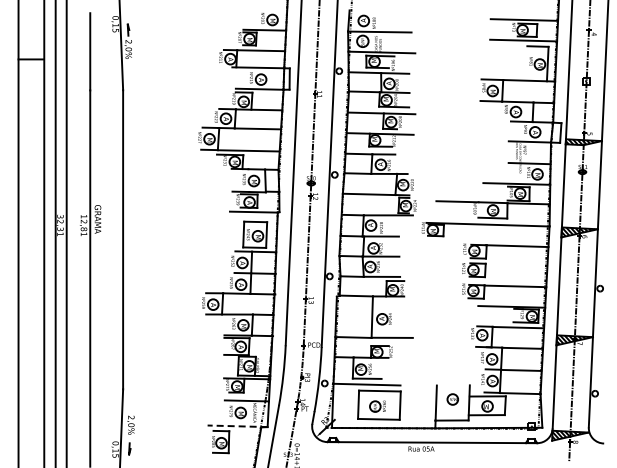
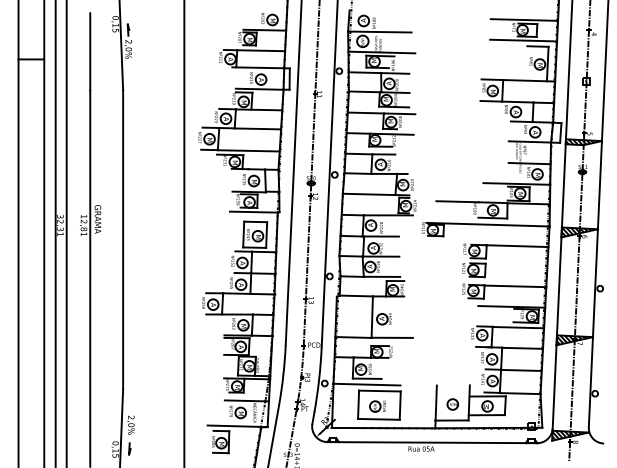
line at (184, 233): none -> present
part at (452, 399) position: (452, 399) -> (452, 404)
line at (237, 426): dashed -> solid
